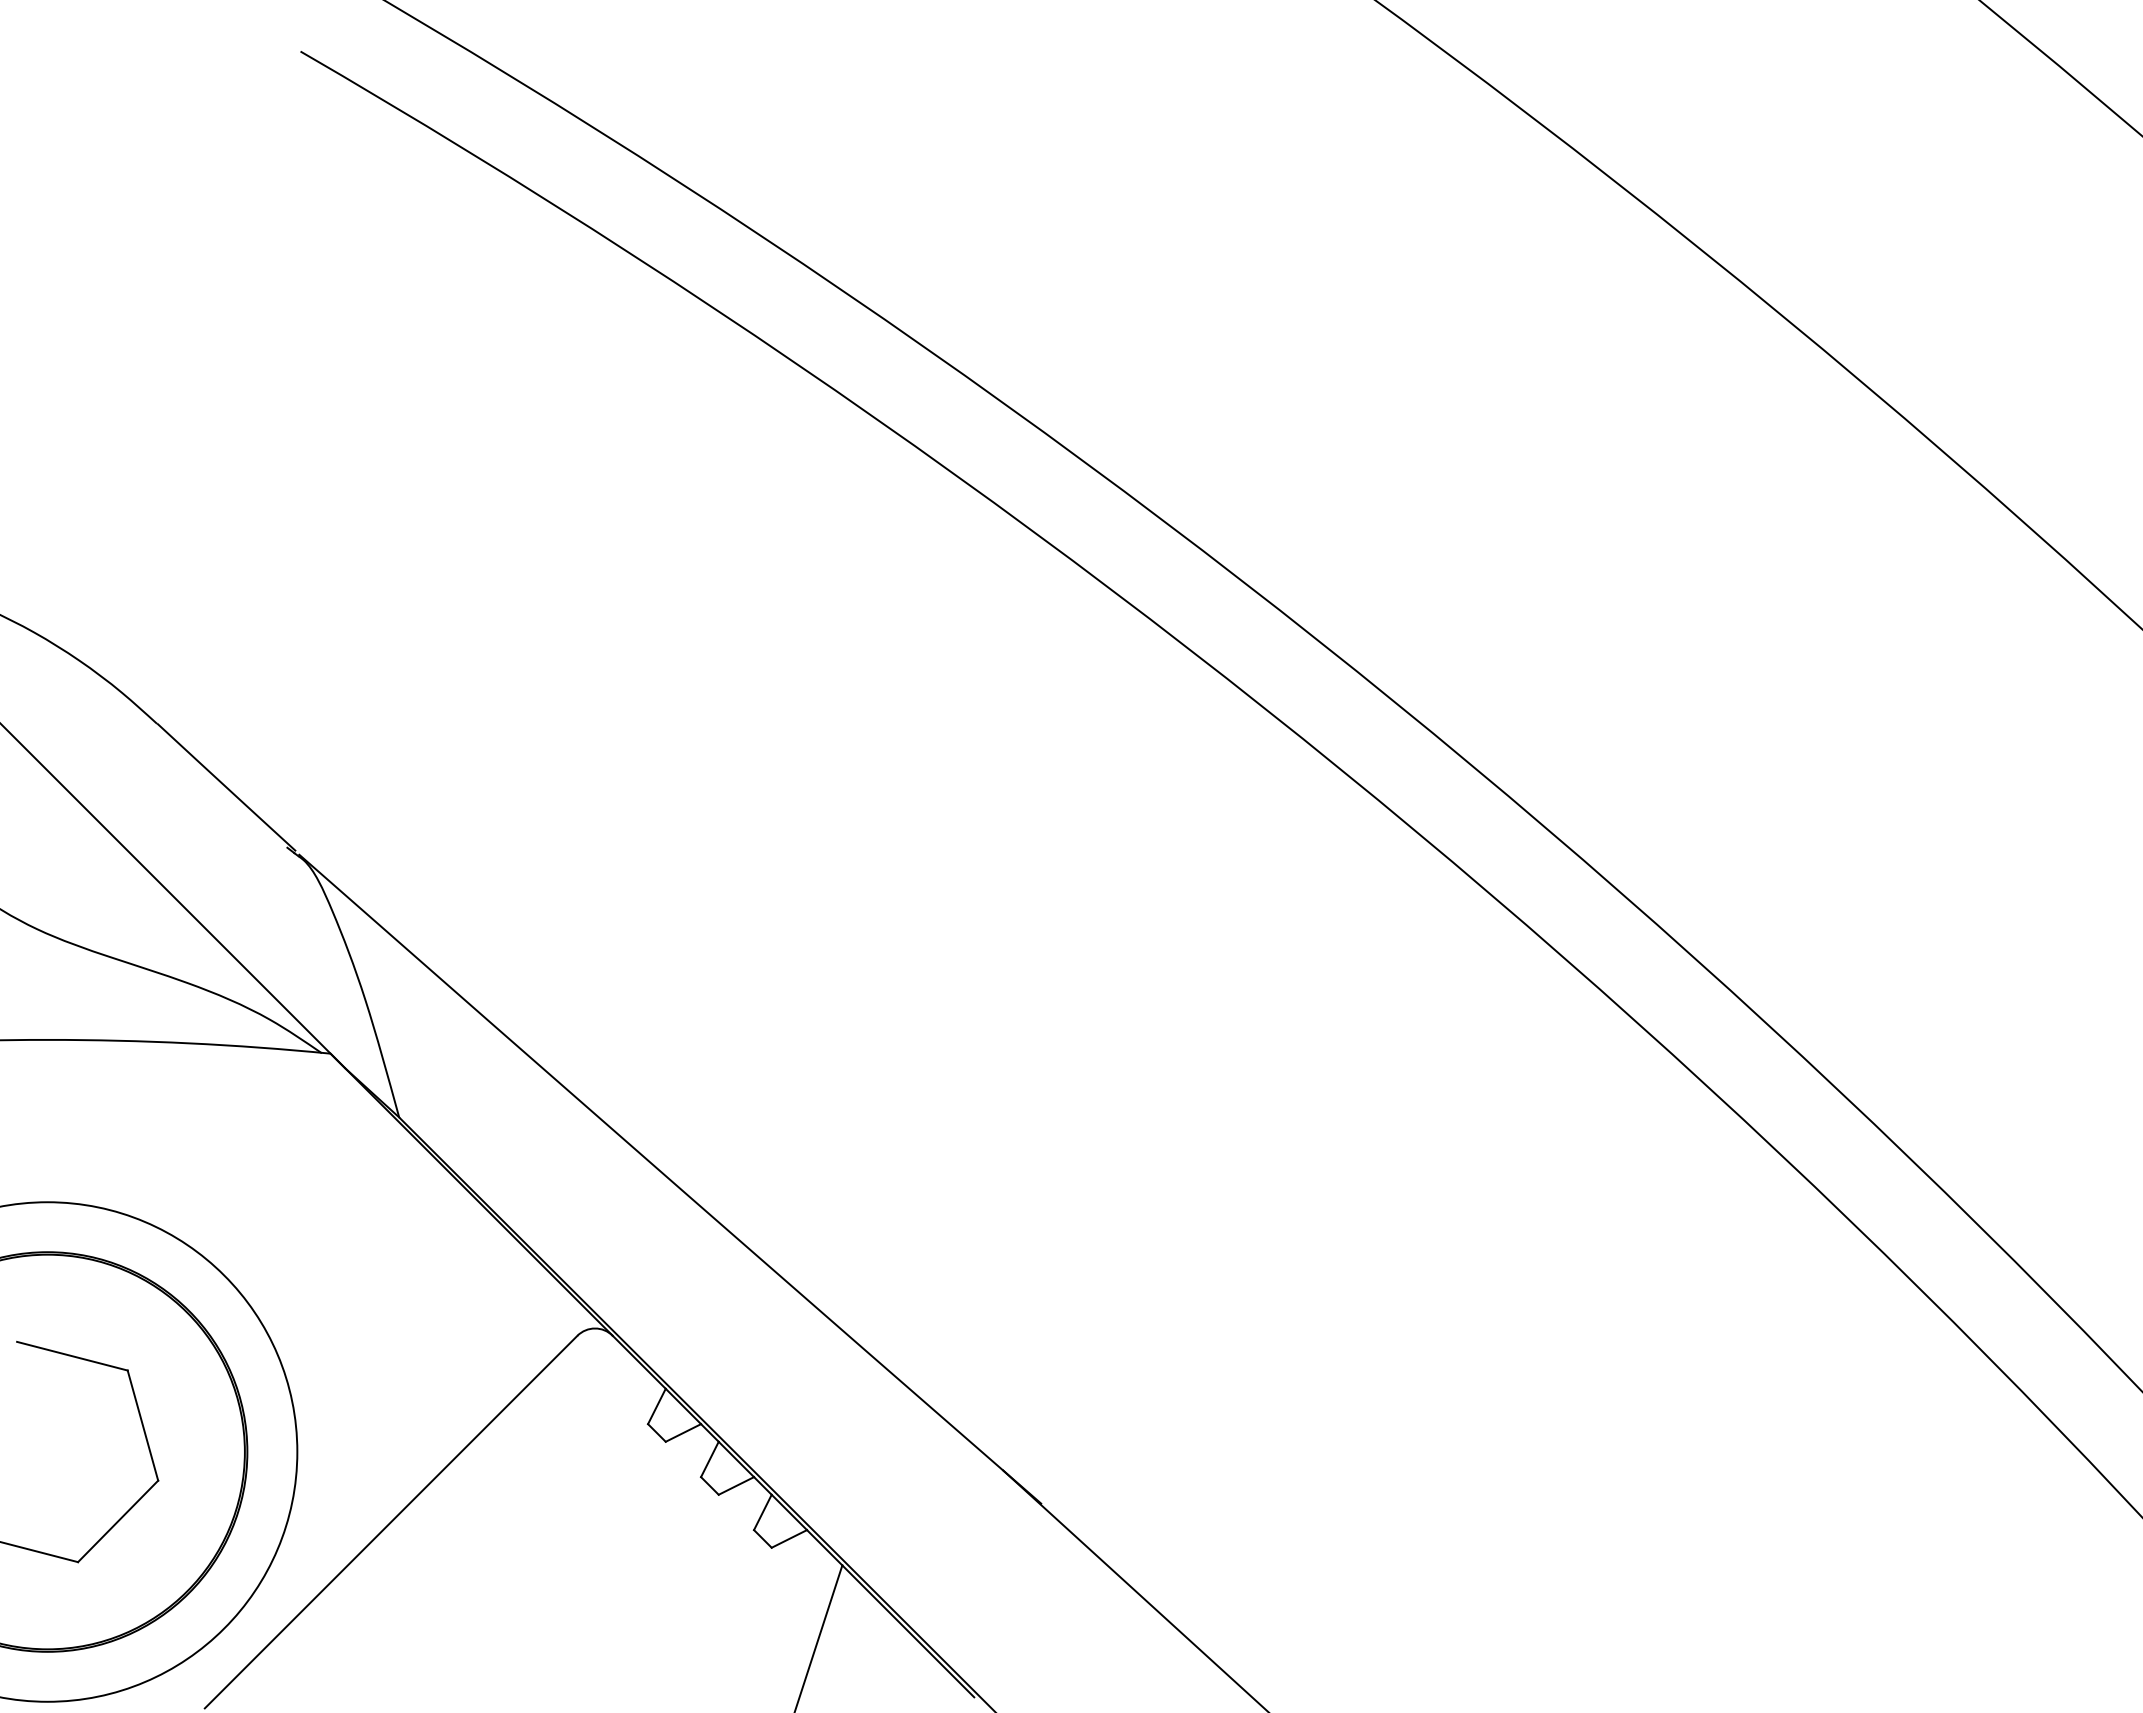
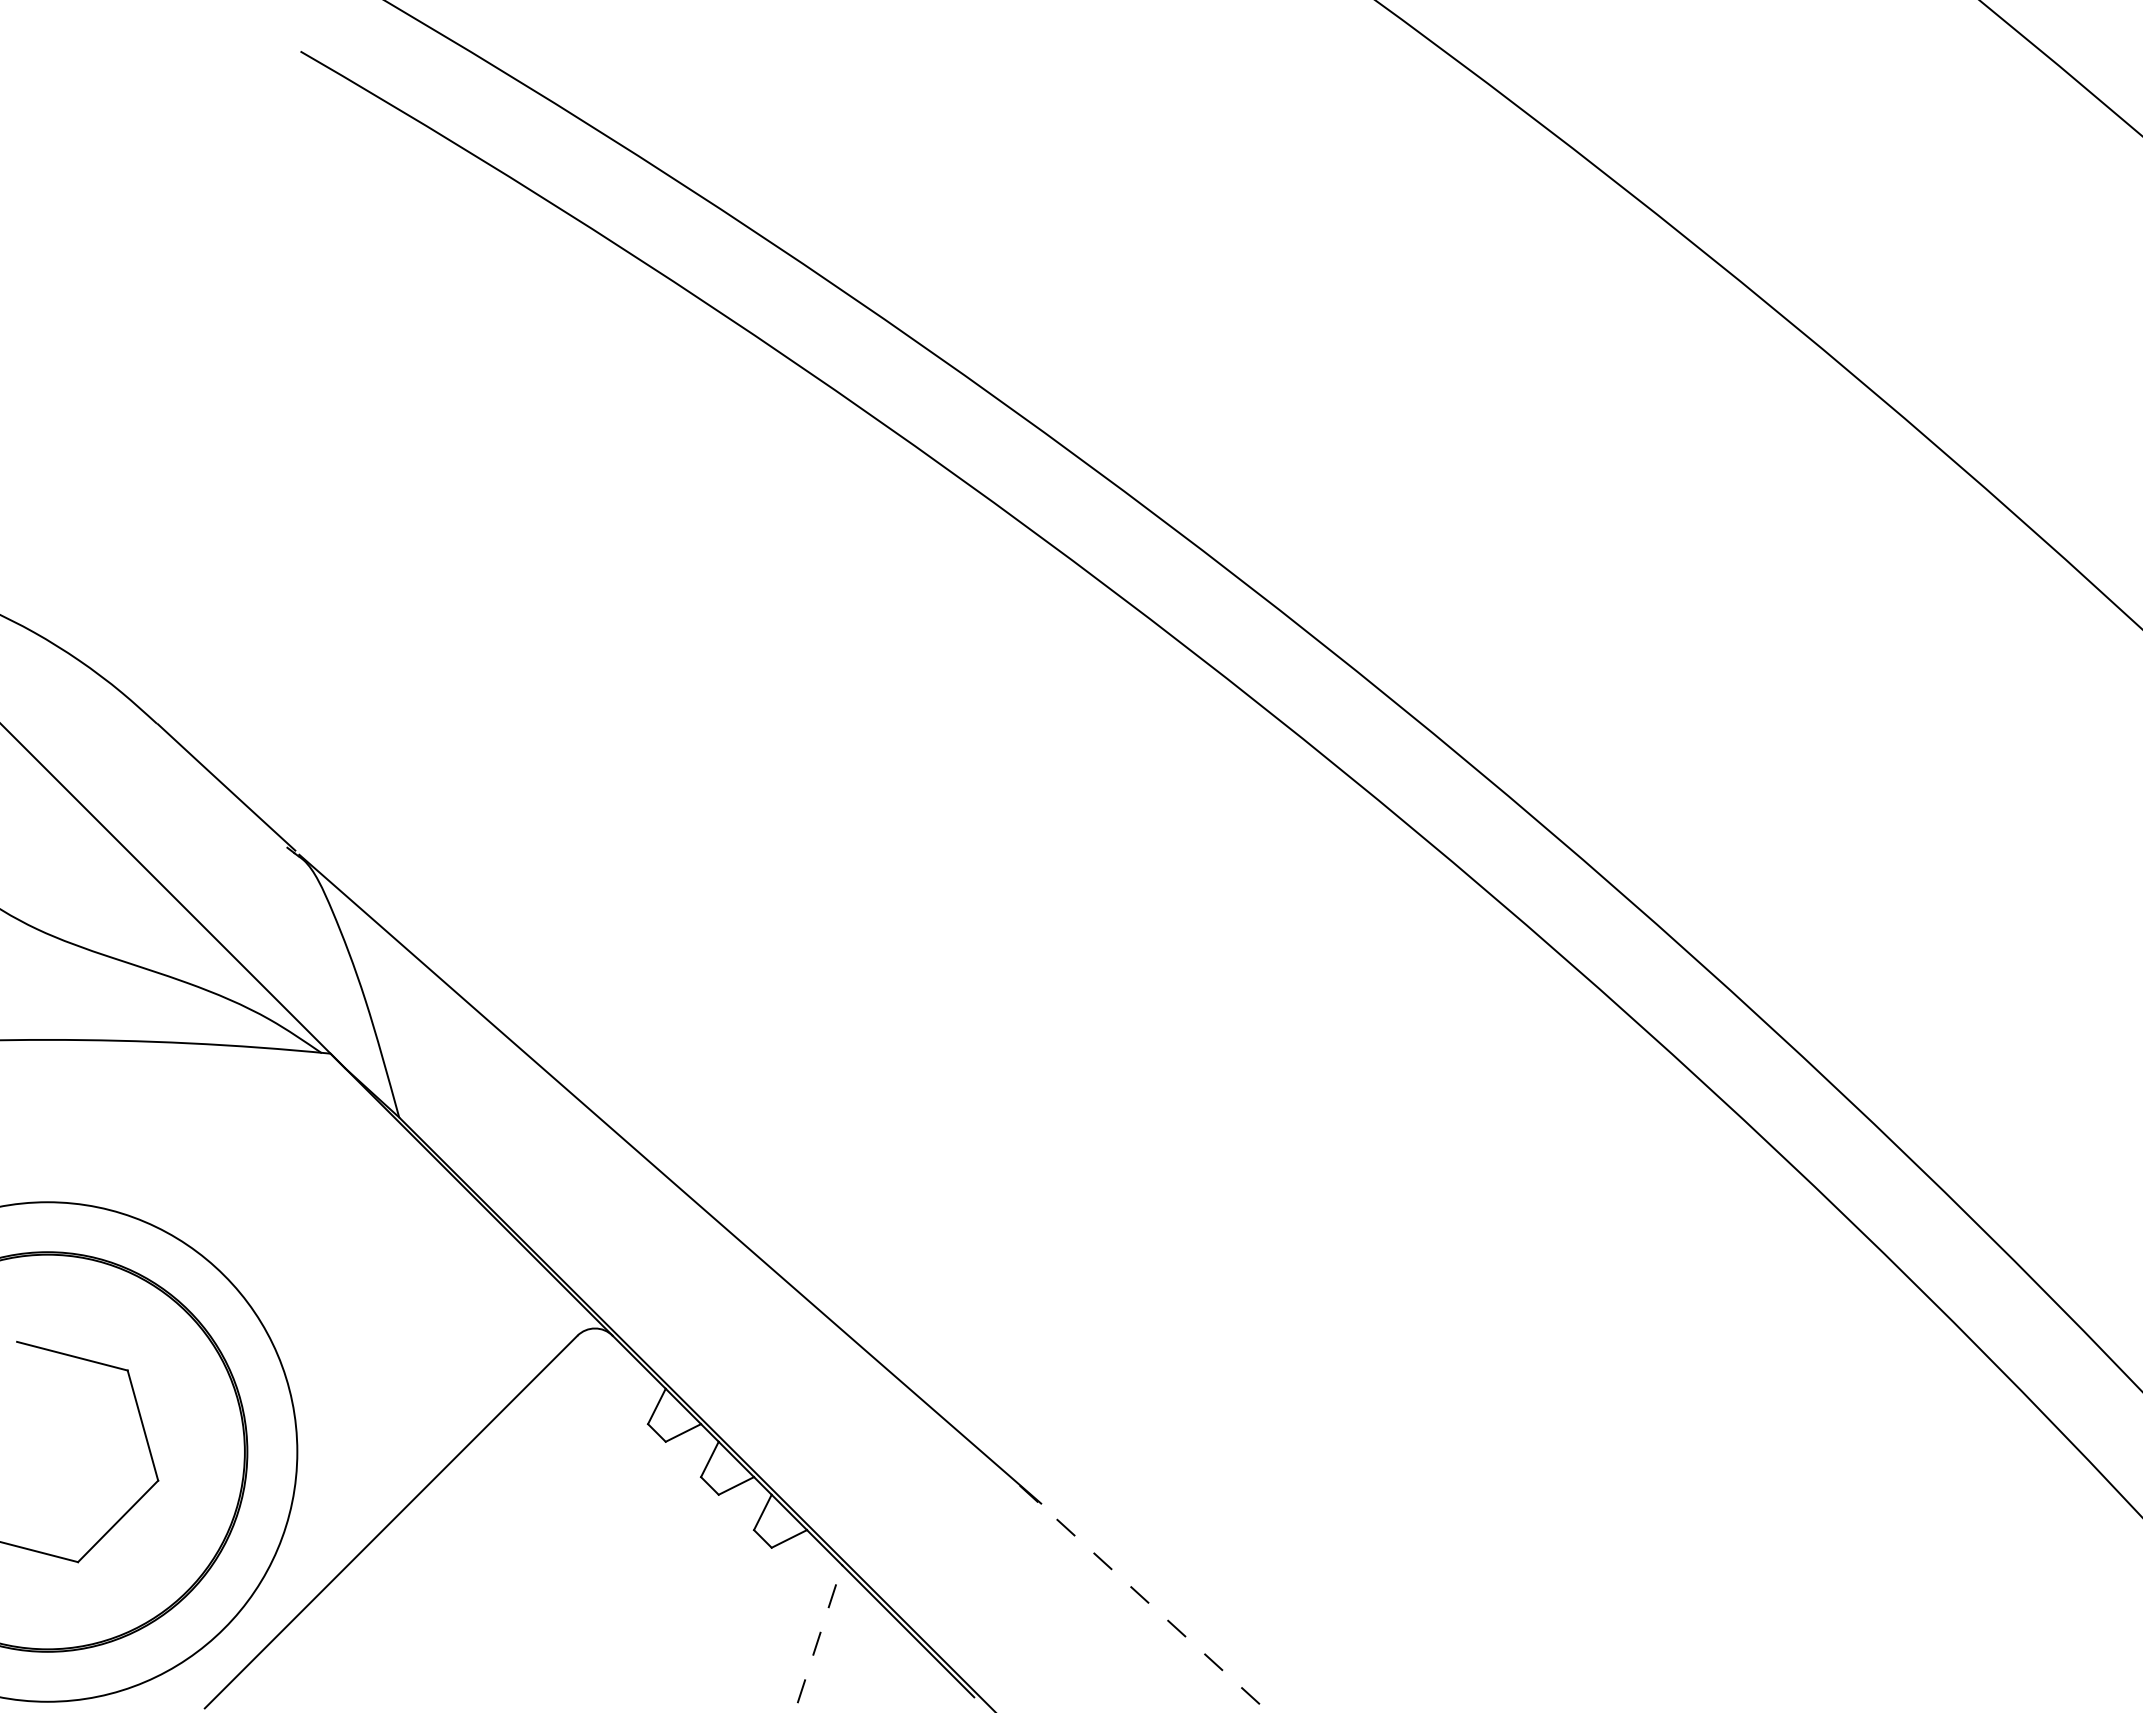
line at (1135, 1591): solid -> dashed
line at (818, 1638): solid -> dashed
